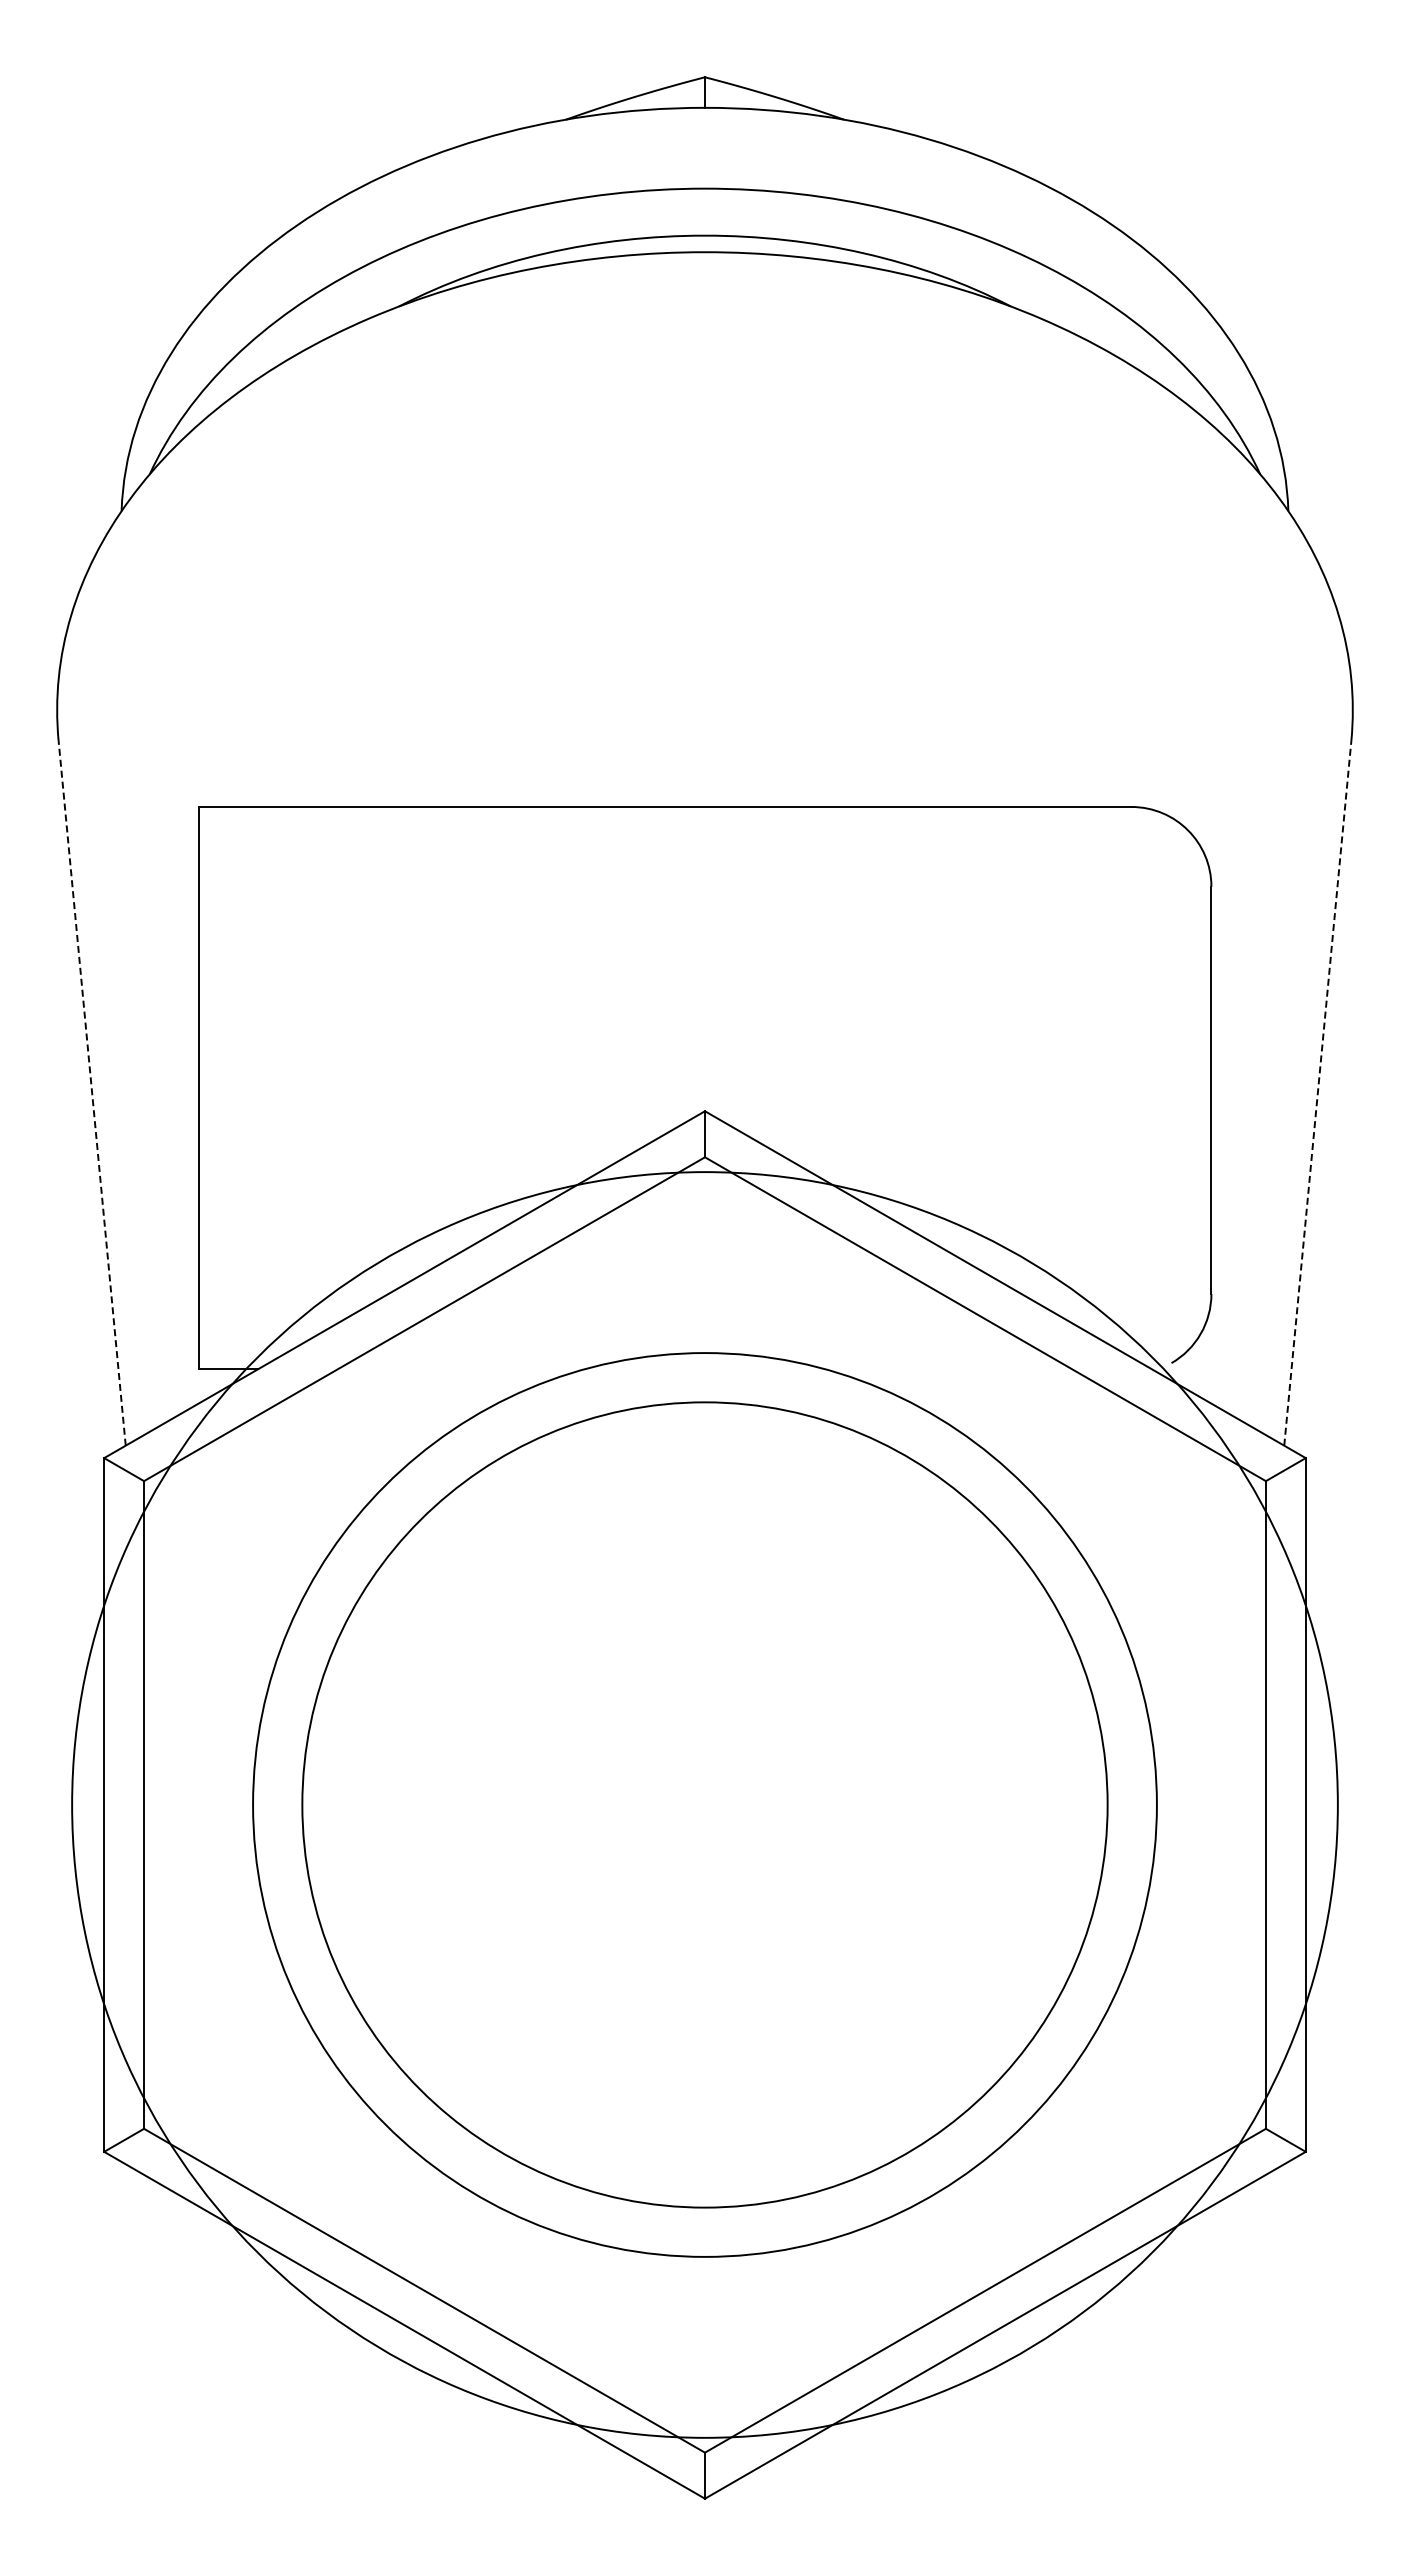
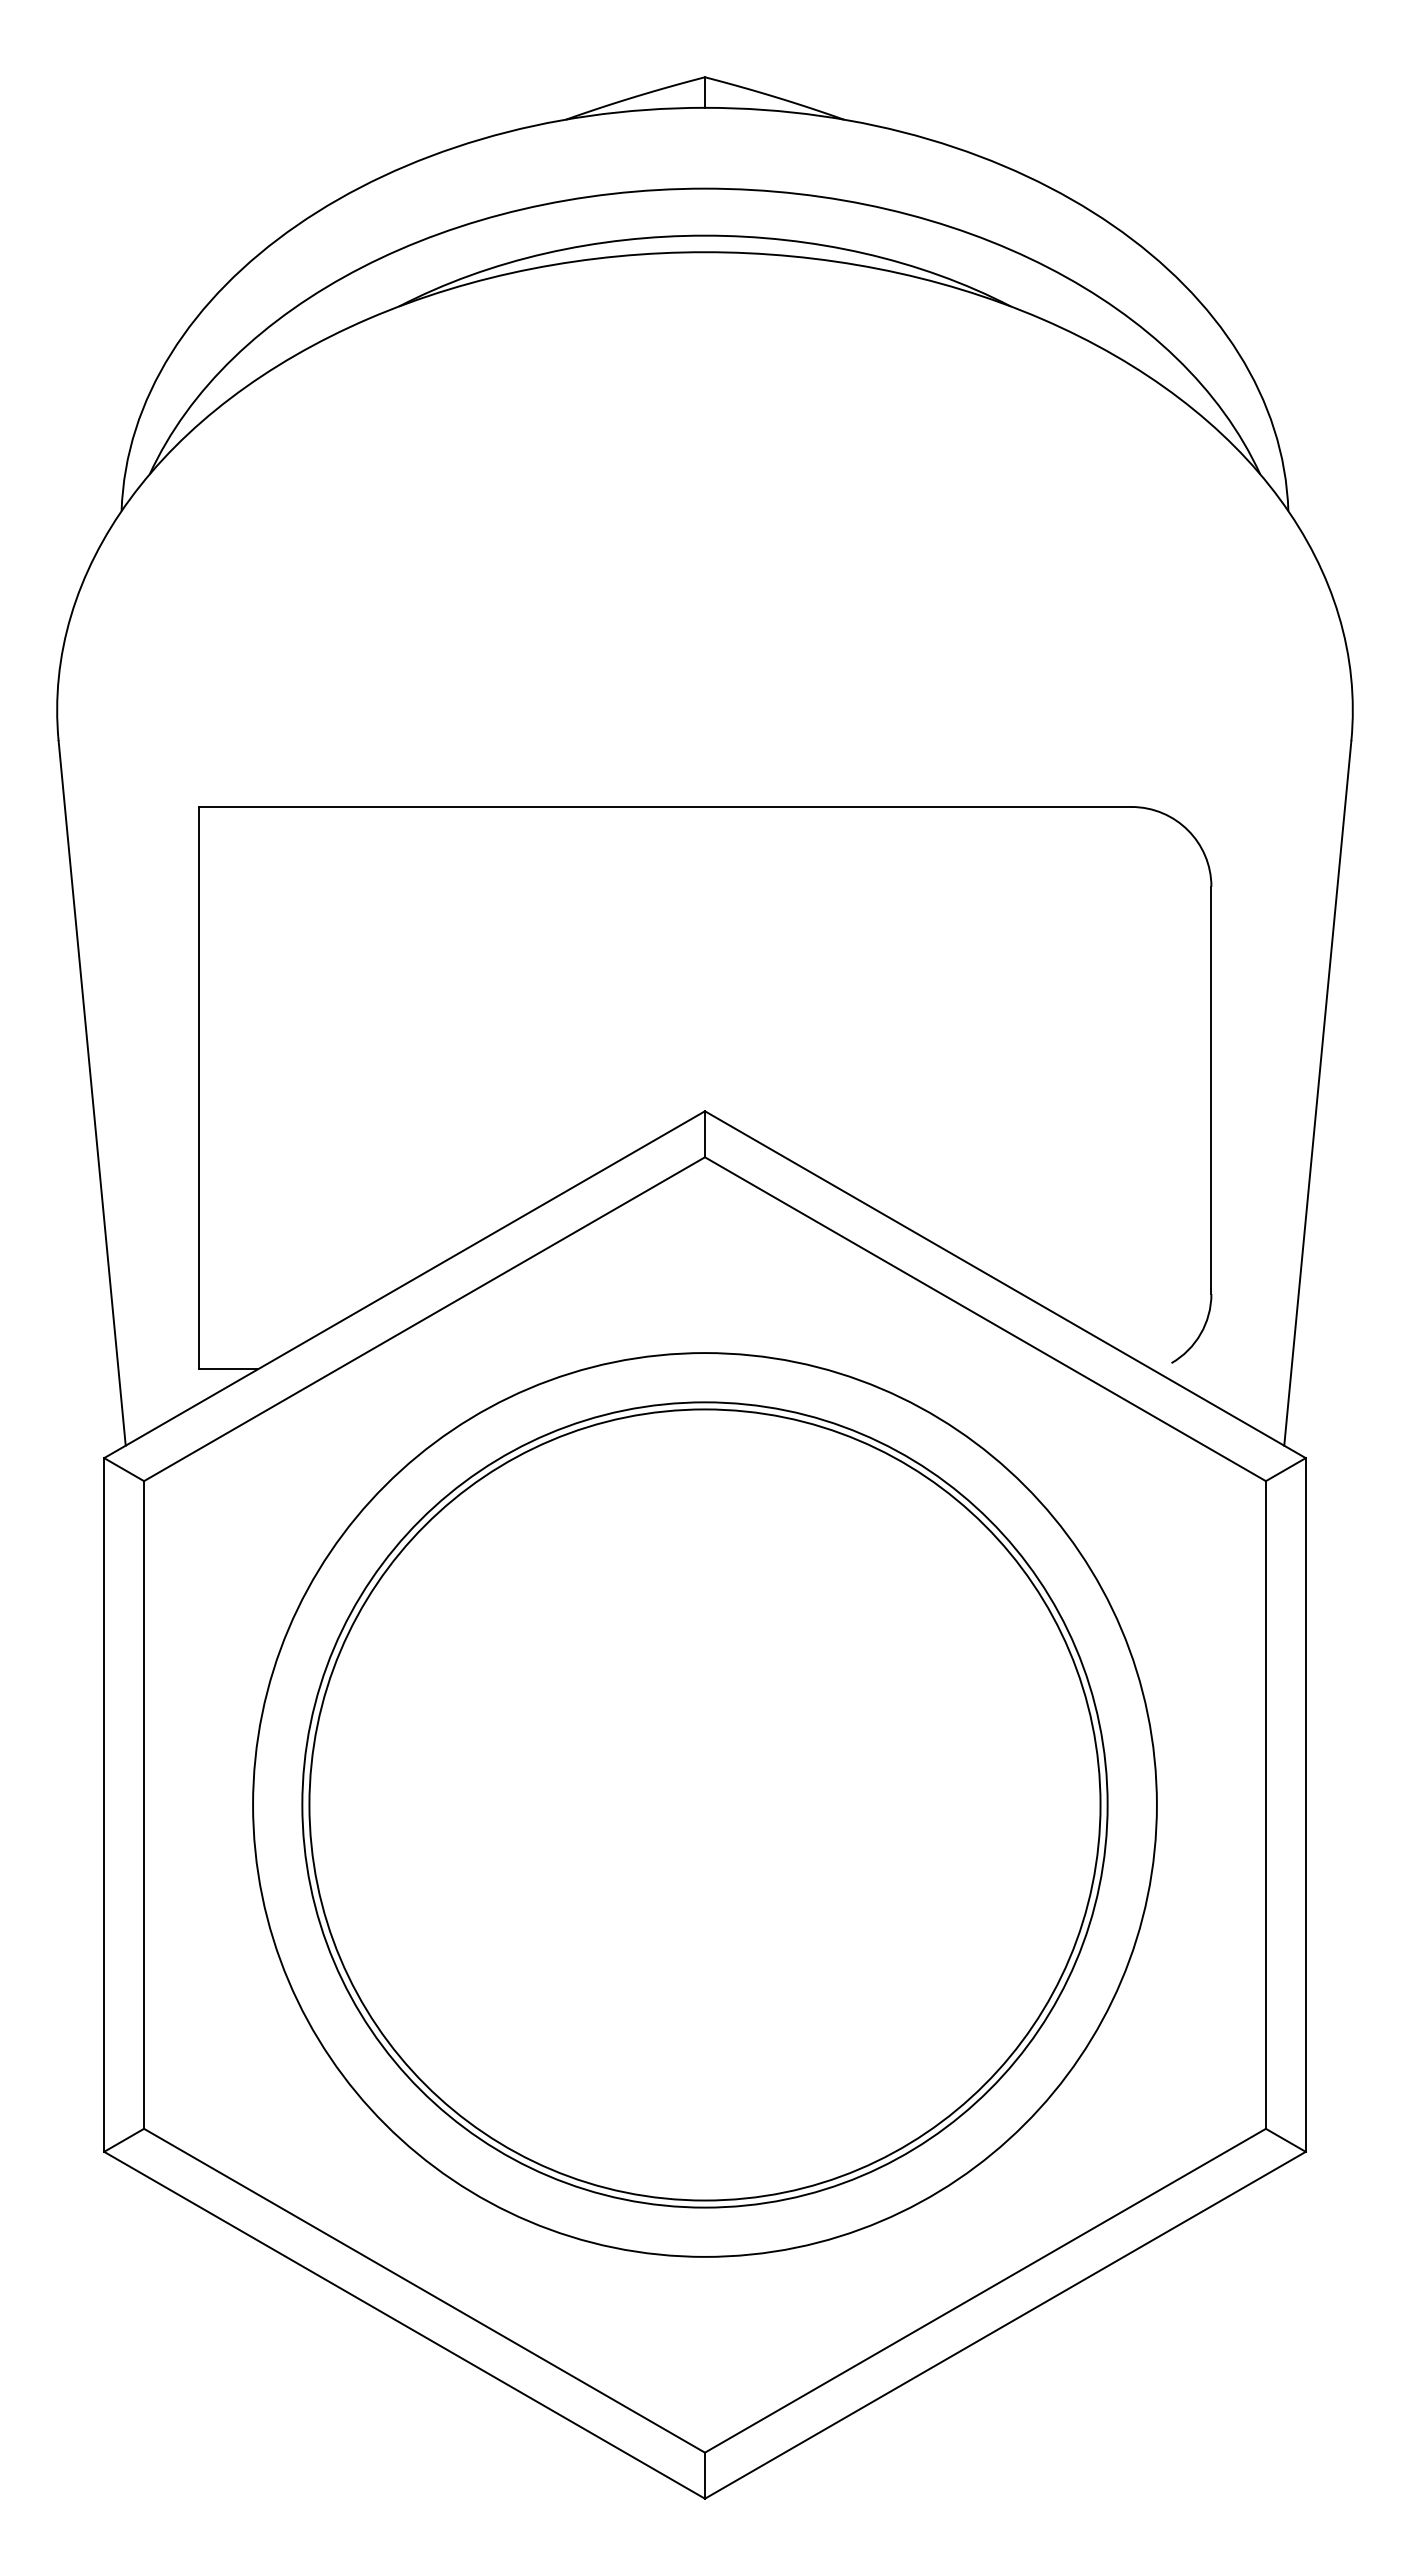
line at (92, 1093): dashed -> solid
line at (1317, 1093): dashed -> solid
circle at (704, 1804) diameter: 1266 px -> 791 px
